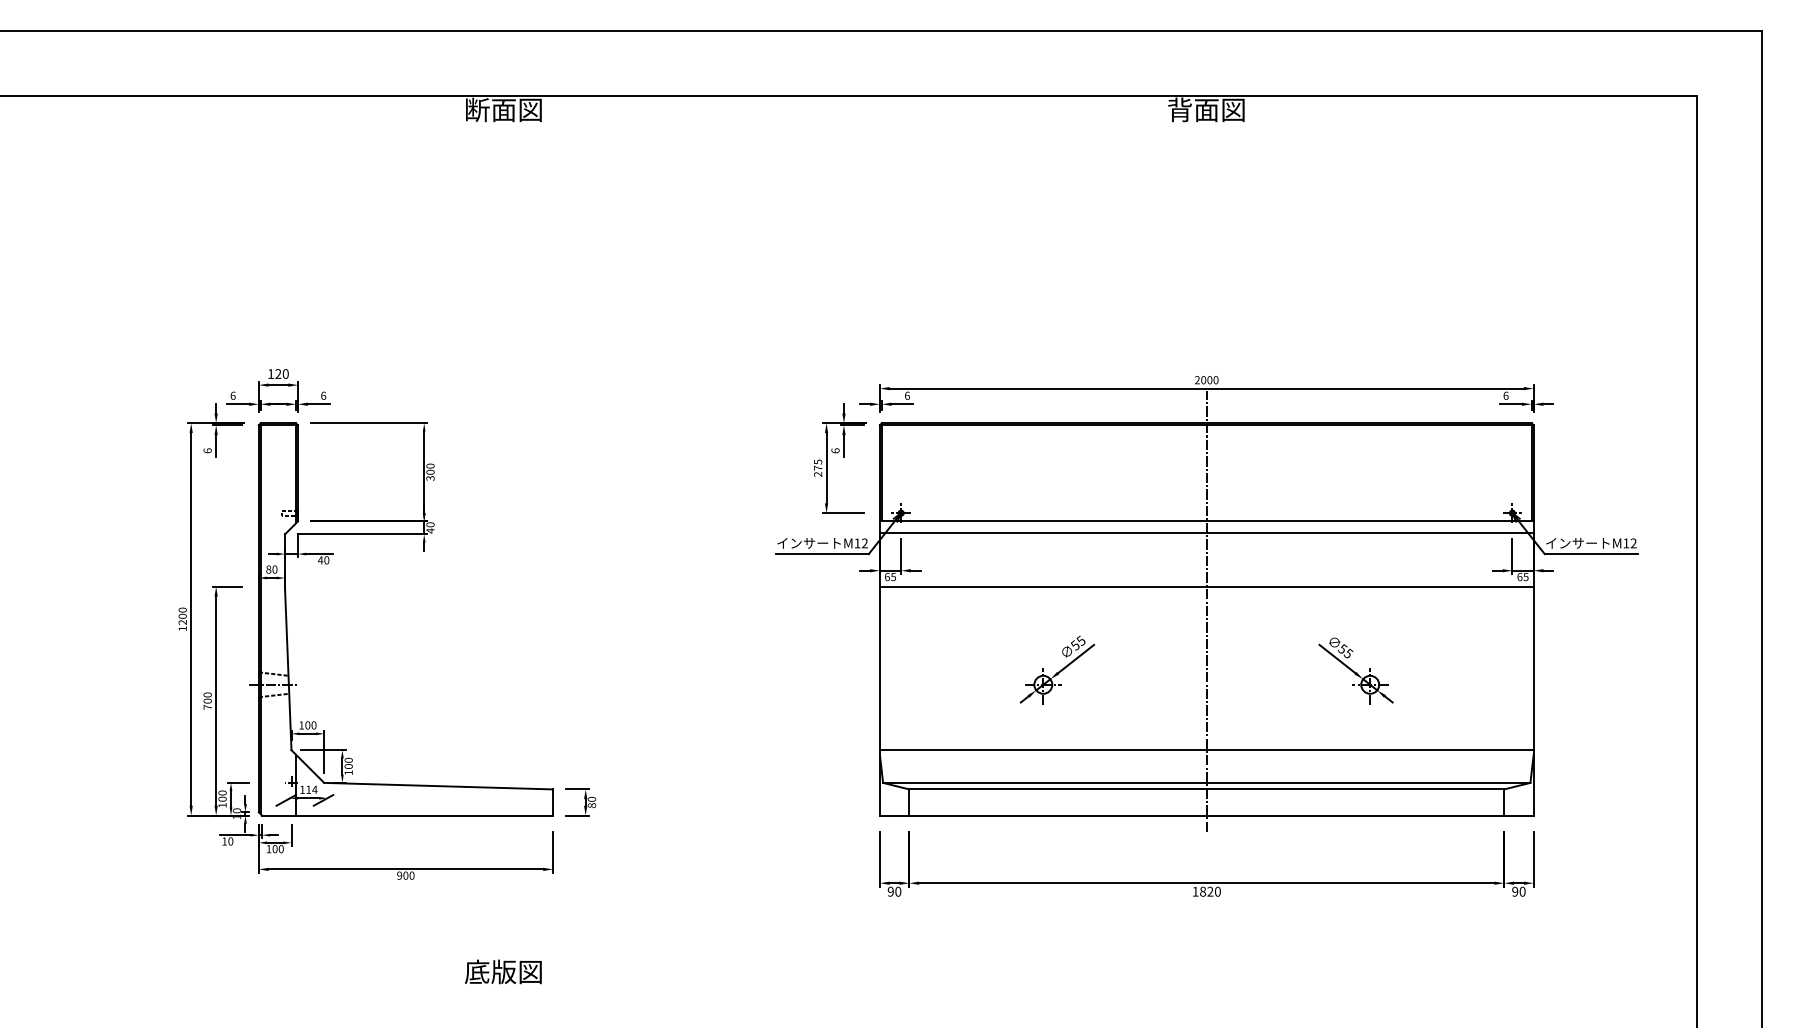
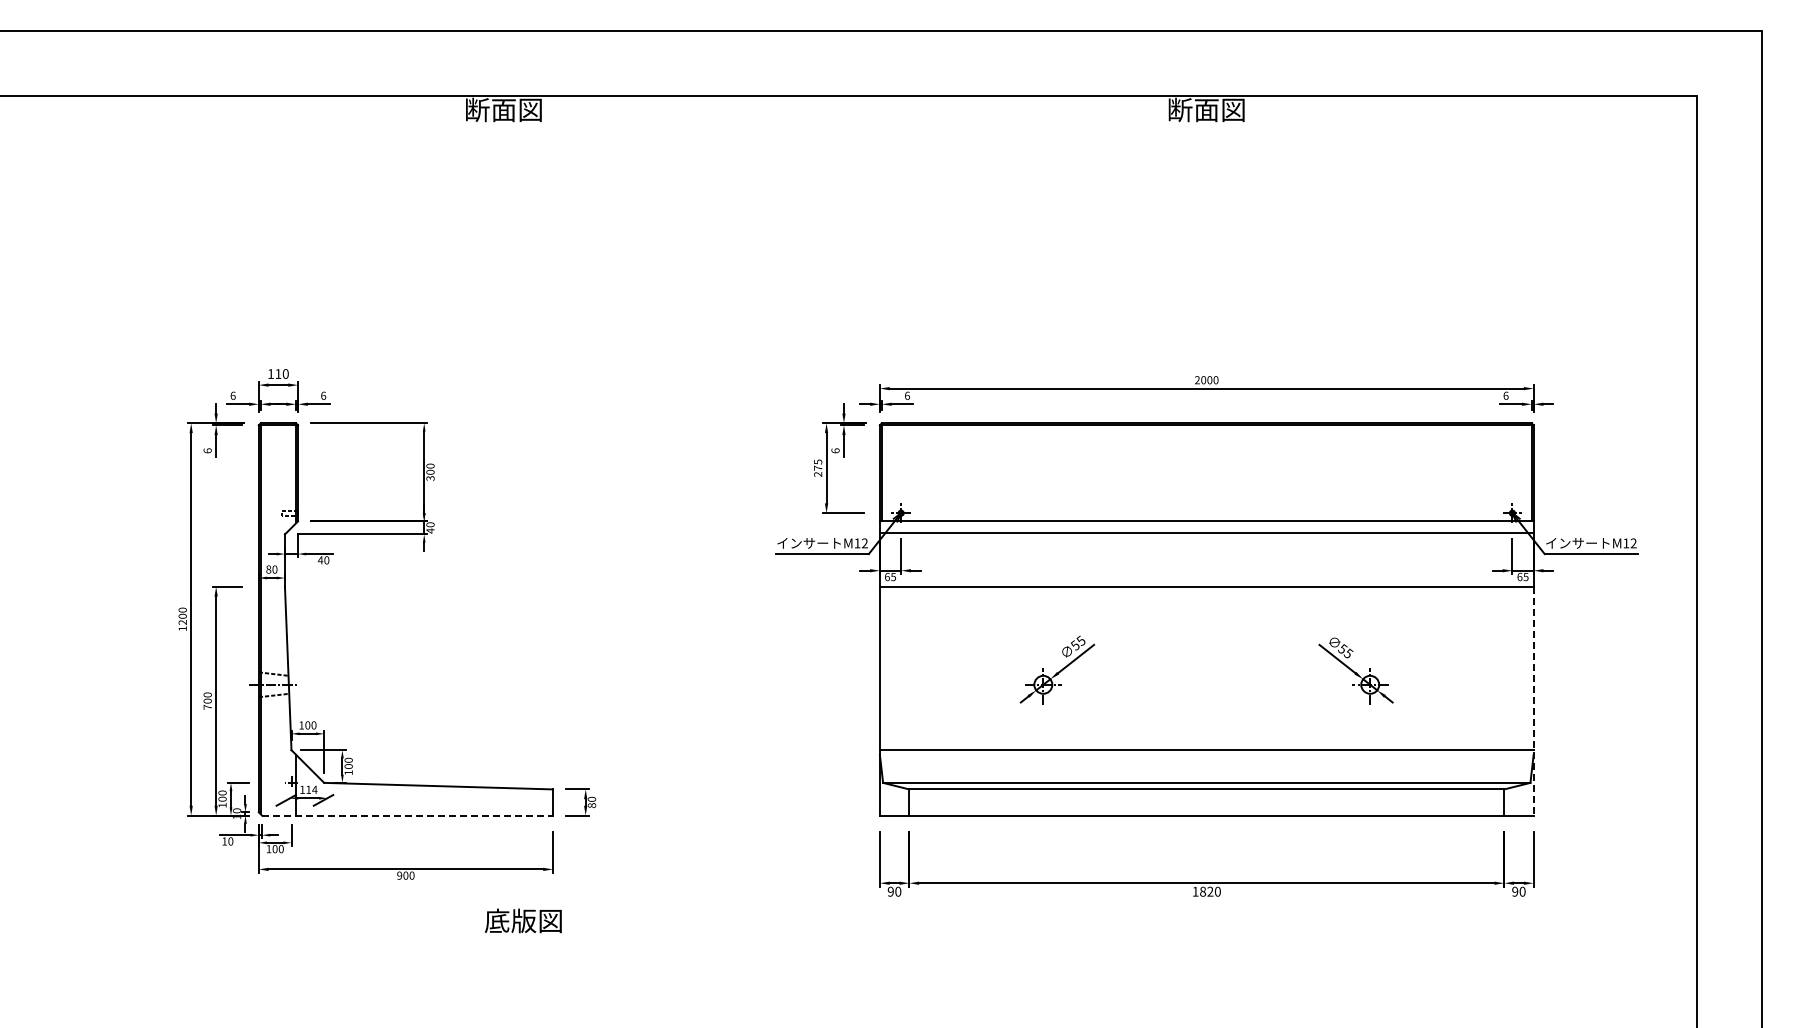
text at (1180, 109): 背面図 -> 断面図
text at (278, 373): 120 -> 110
line at (1206, 610): present -> none
line at (1533, 701): solid -> dashed
line at (408, 815): solid -> dashed
text at (503, 971) position: (503, 971) -> (523, 920)
